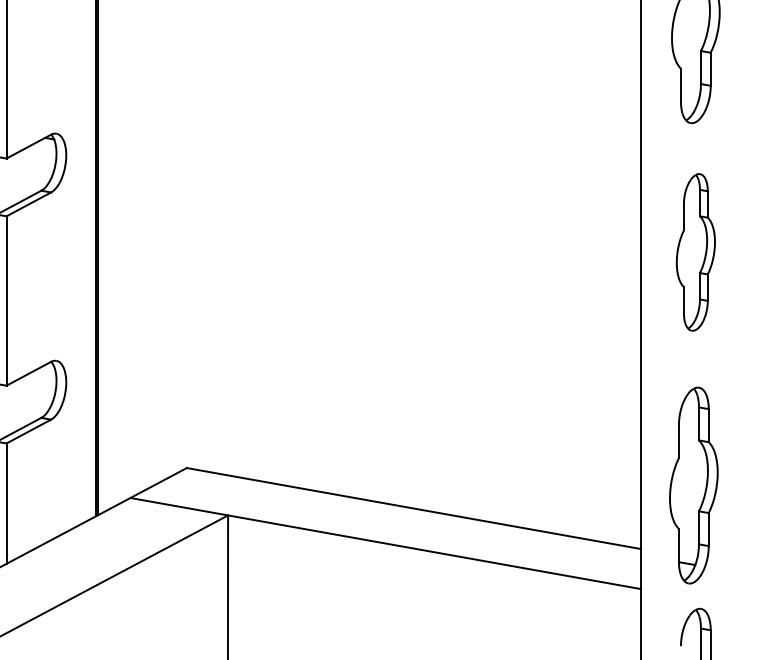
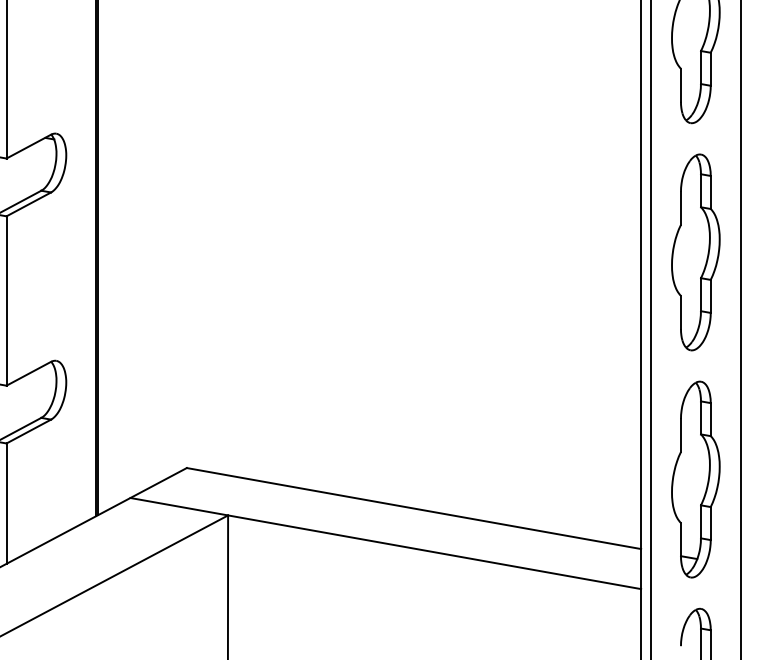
part at (695, 252) size: 41x159 px -> 50x199 px
line at (650, 329): none -> present
line at (740, 329): none -> present
part at (693, 485) position: (693, 485) -> (695, 479)
